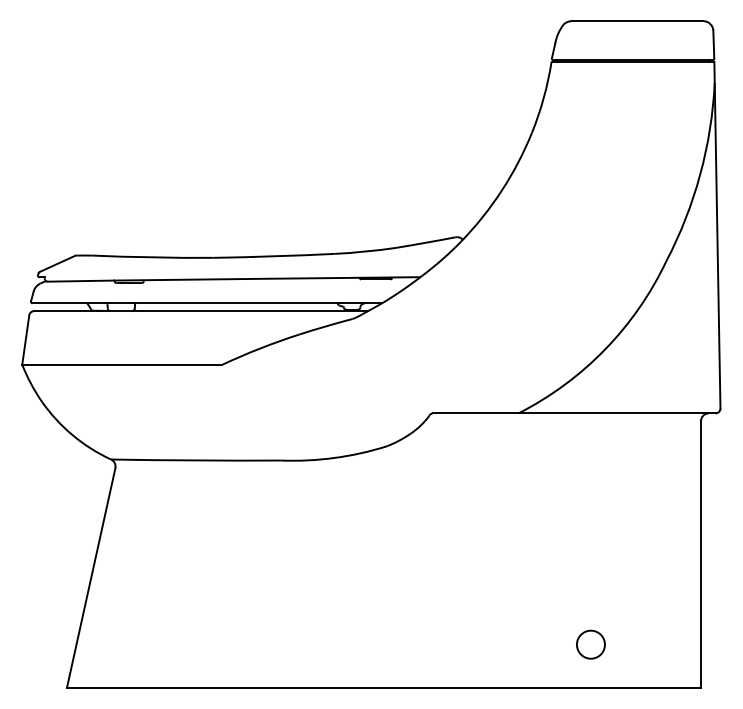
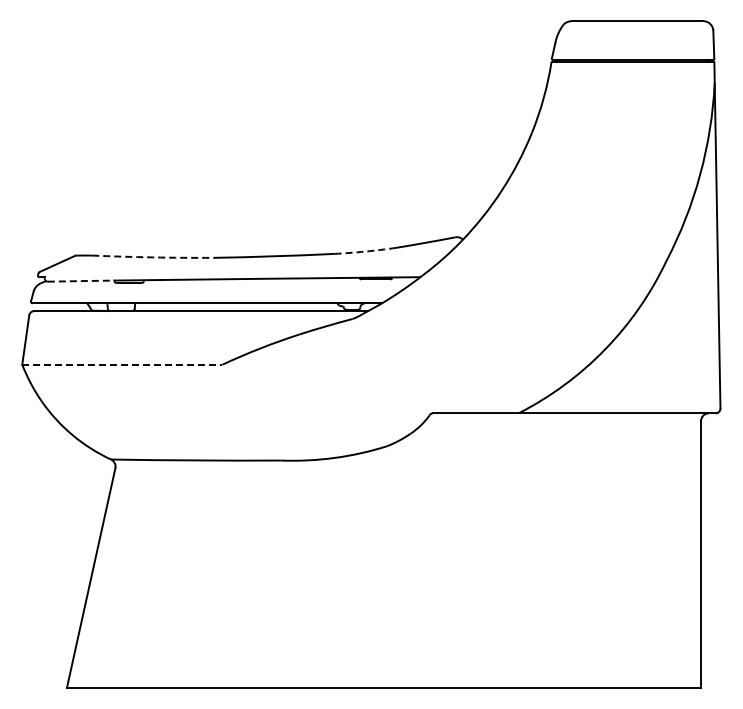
arc at (365, 251): solid -> dashed
arc at (152, 257): solid -> dashed
line at (80, 281): solid -> dashed
line at (122, 364): solid -> dashed
circle at (590, 644): present -> none
